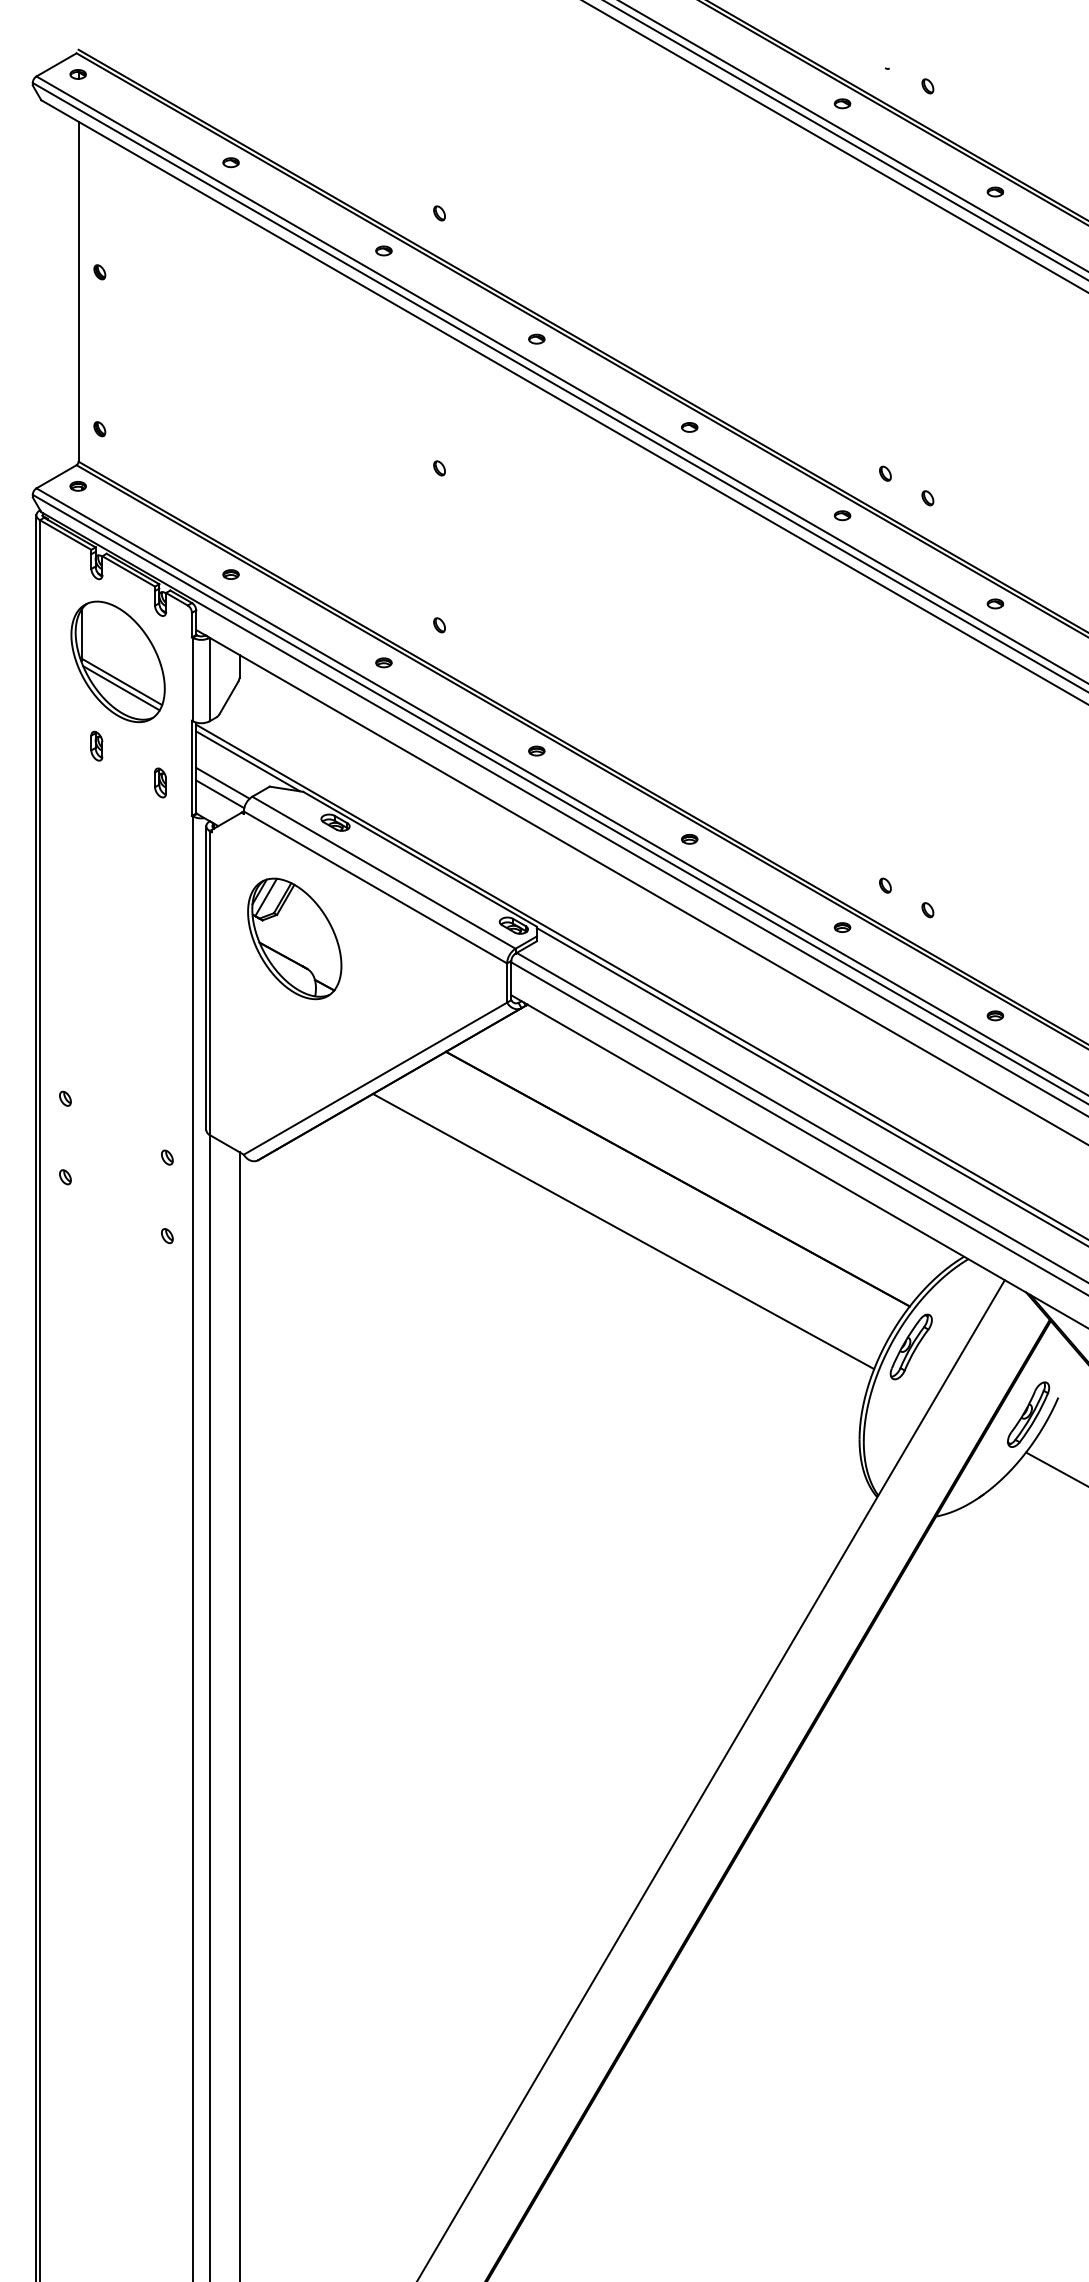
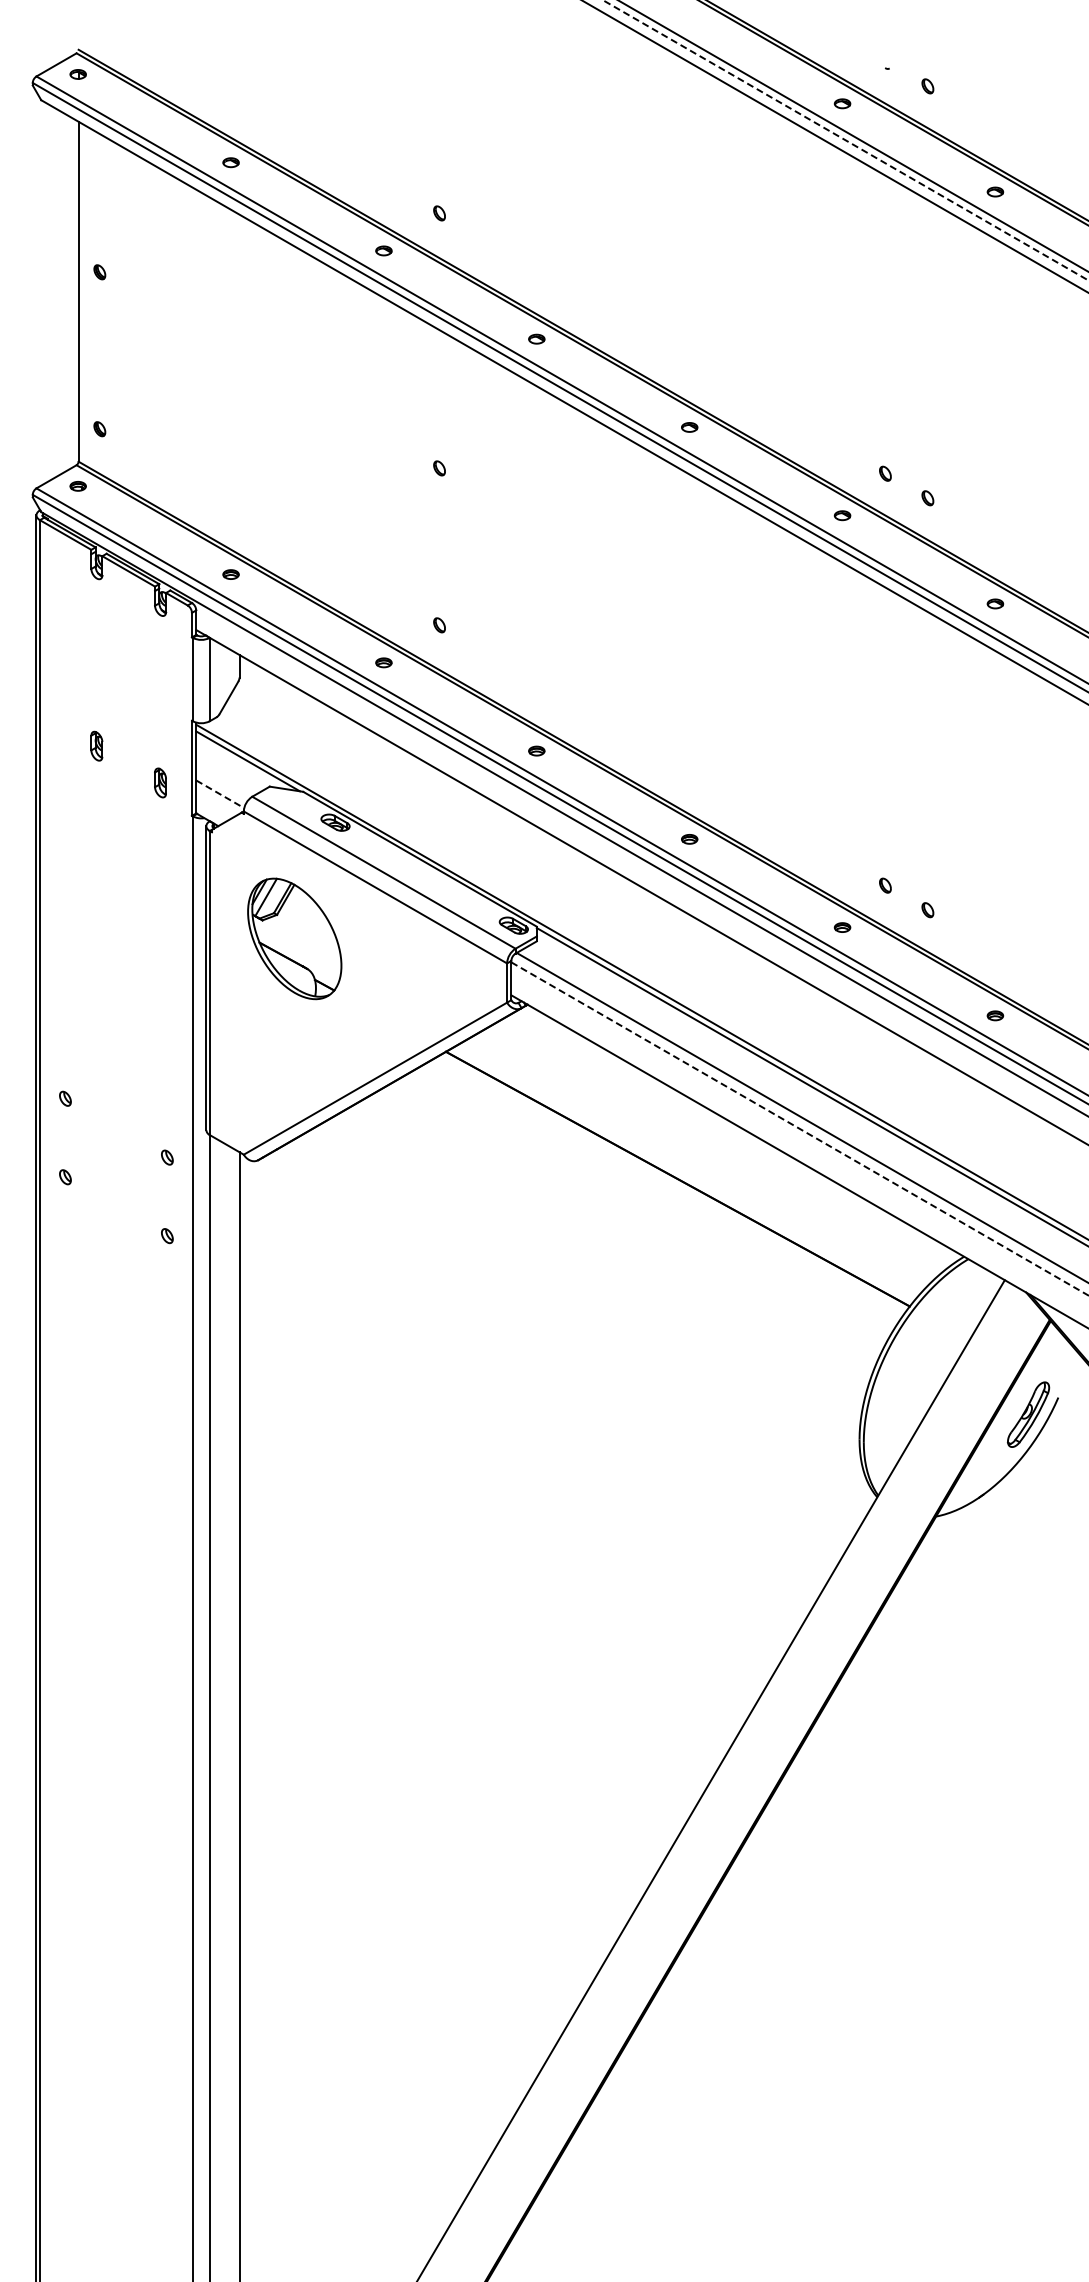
line at (845, 140): solid -> dashed
part at (117, 661): present -> none
line at (222, 782): present -> none
line at (220, 794): solid -> dashed
line at (800, 1129): solid -> dashed
line at (623, 1231): present -> none
part at (910, 1346): present -> none
line at (1055, 1468): present -> none
